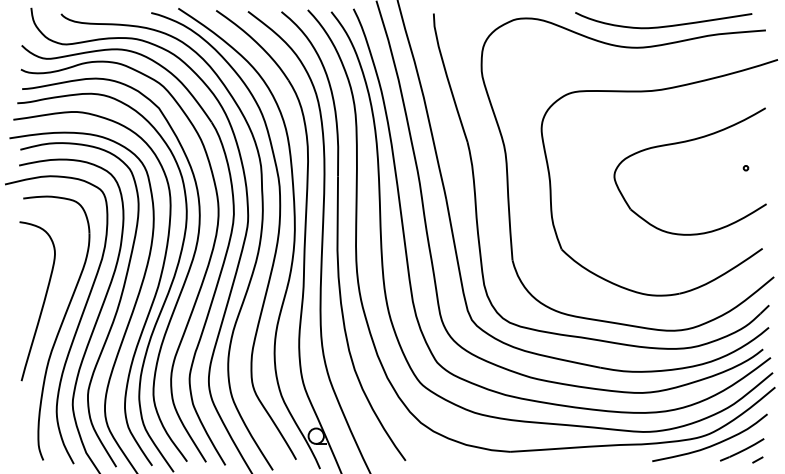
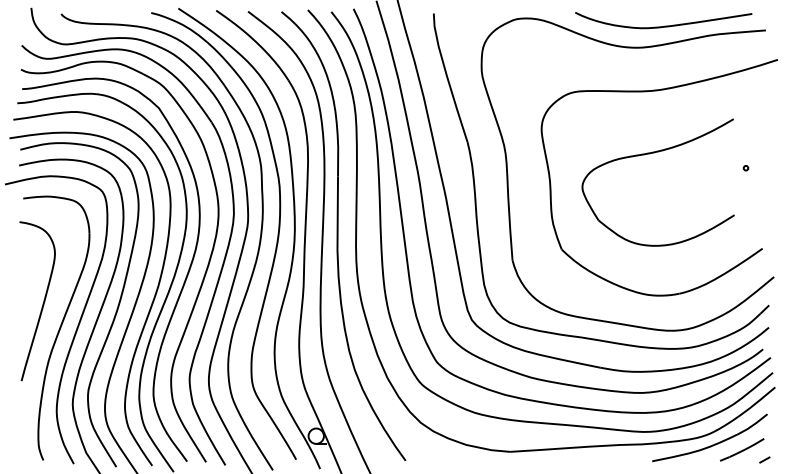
part at (681, 143) position: (681, 143) -> (649, 154)
line at (757, 459) position: (757, 459) -> (764, 459)
